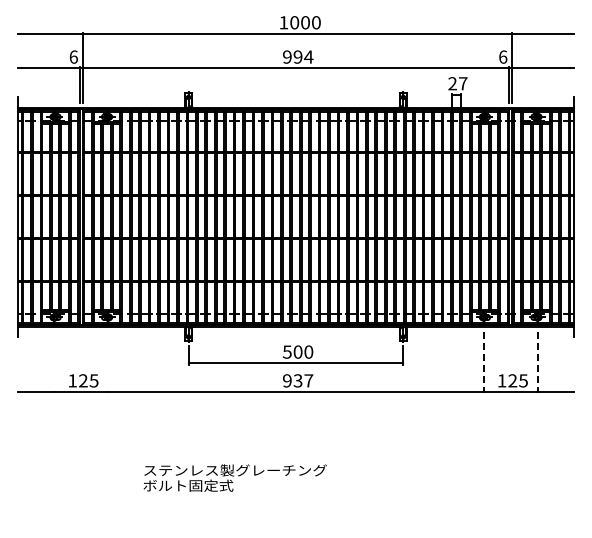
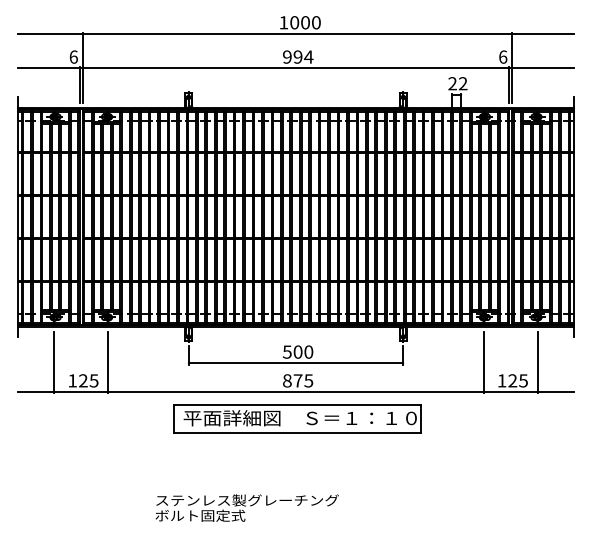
text at (462, 83): 27 -> 22
line at (54, 362): none -> present
line at (108, 362): none -> present
line at (483, 362): dashed -> solid
line at (537, 362): dashed -> solid
text at (298, 380): 937 -> 875
part at (297, 418): none -> present
text at (234, 477) position: (234, 477) -> (246, 507)
